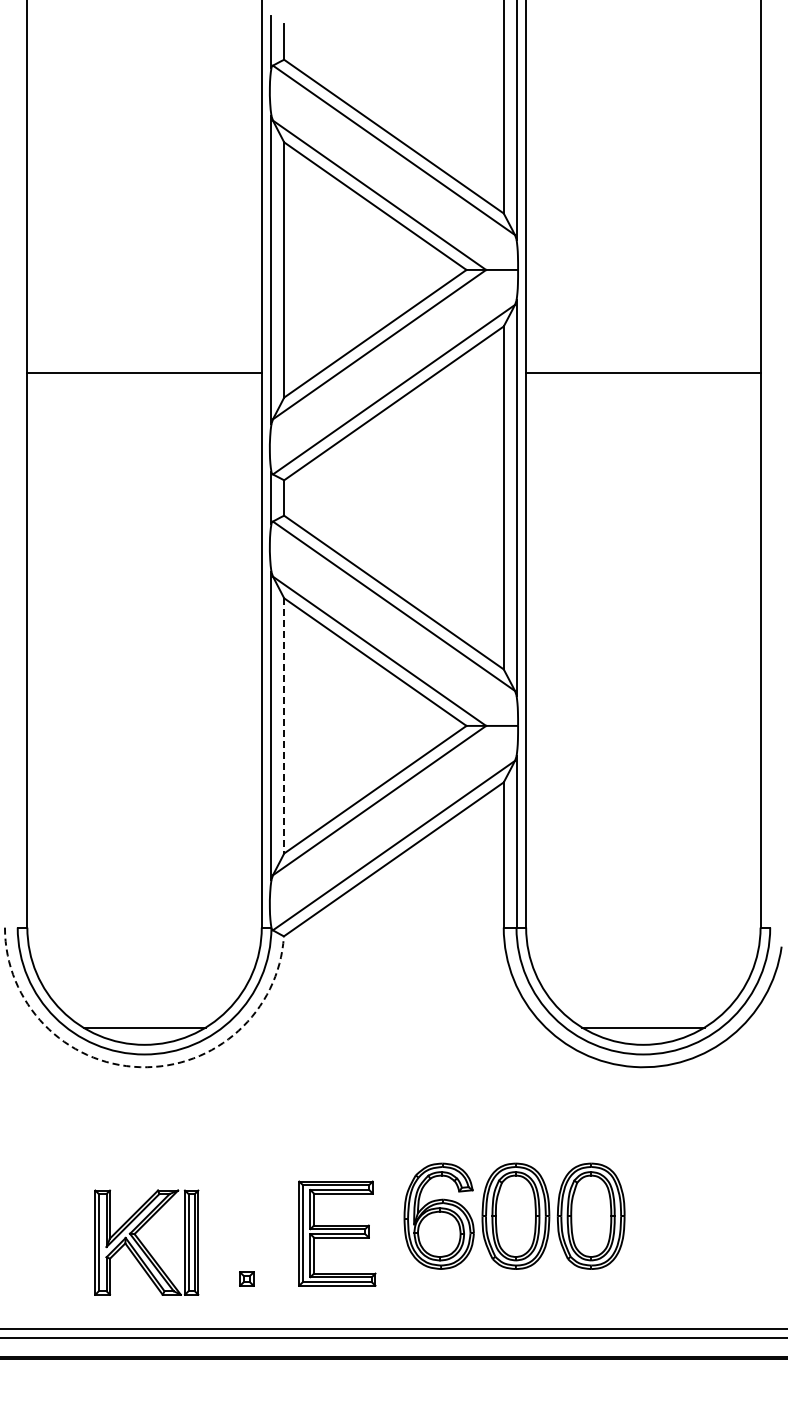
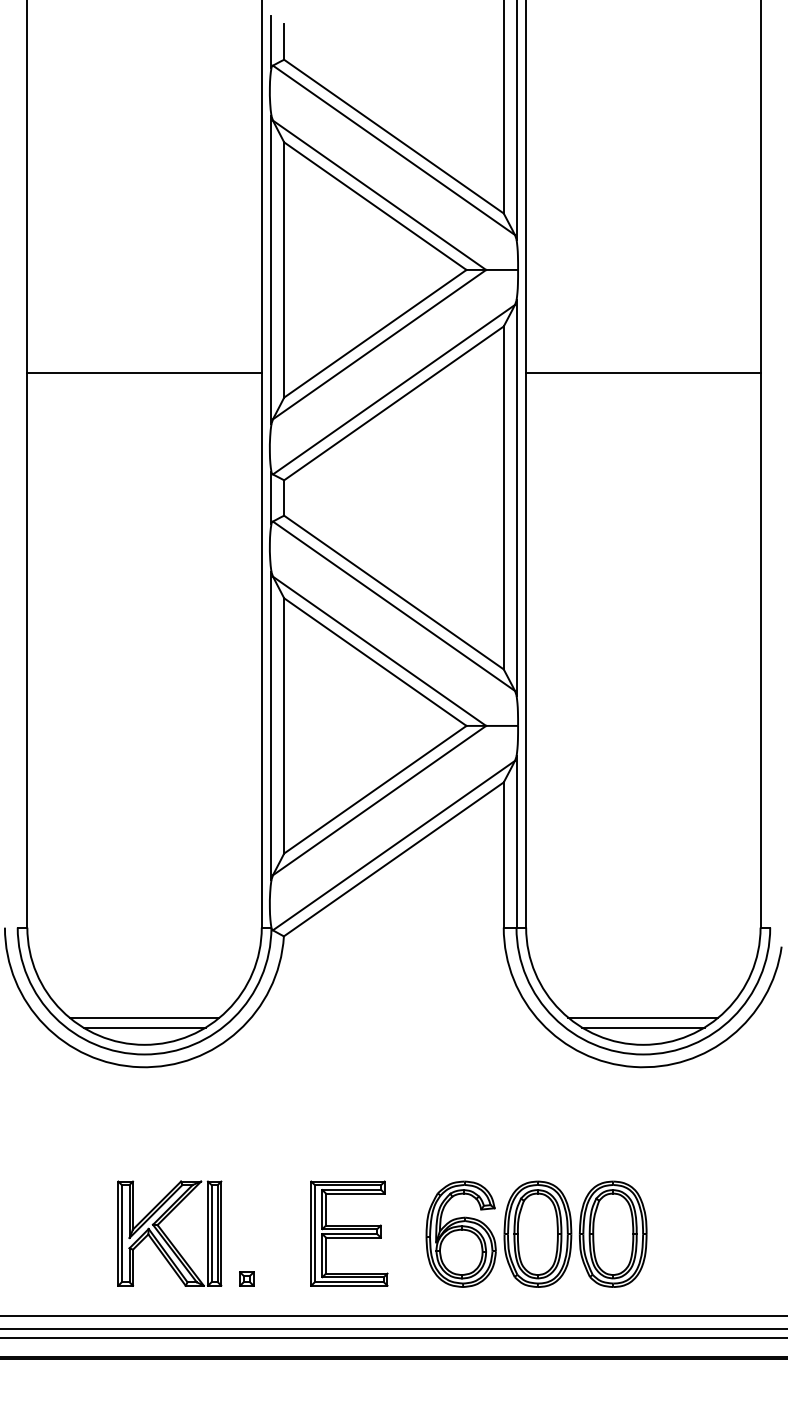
line at (284, 725): dashed -> solid
line at (144, 1017): none -> present
line at (643, 1017): none -> present
arc at (140, 1067): dashed -> solid
part at (514, 1215) position: (514, 1215) -> (536, 1233)
part at (337, 1233) position: (337, 1233) -> (349, 1233)
part at (146, 1242) position: (146, 1242) -> (169, 1233)
line at (393, 1315): none -> present
